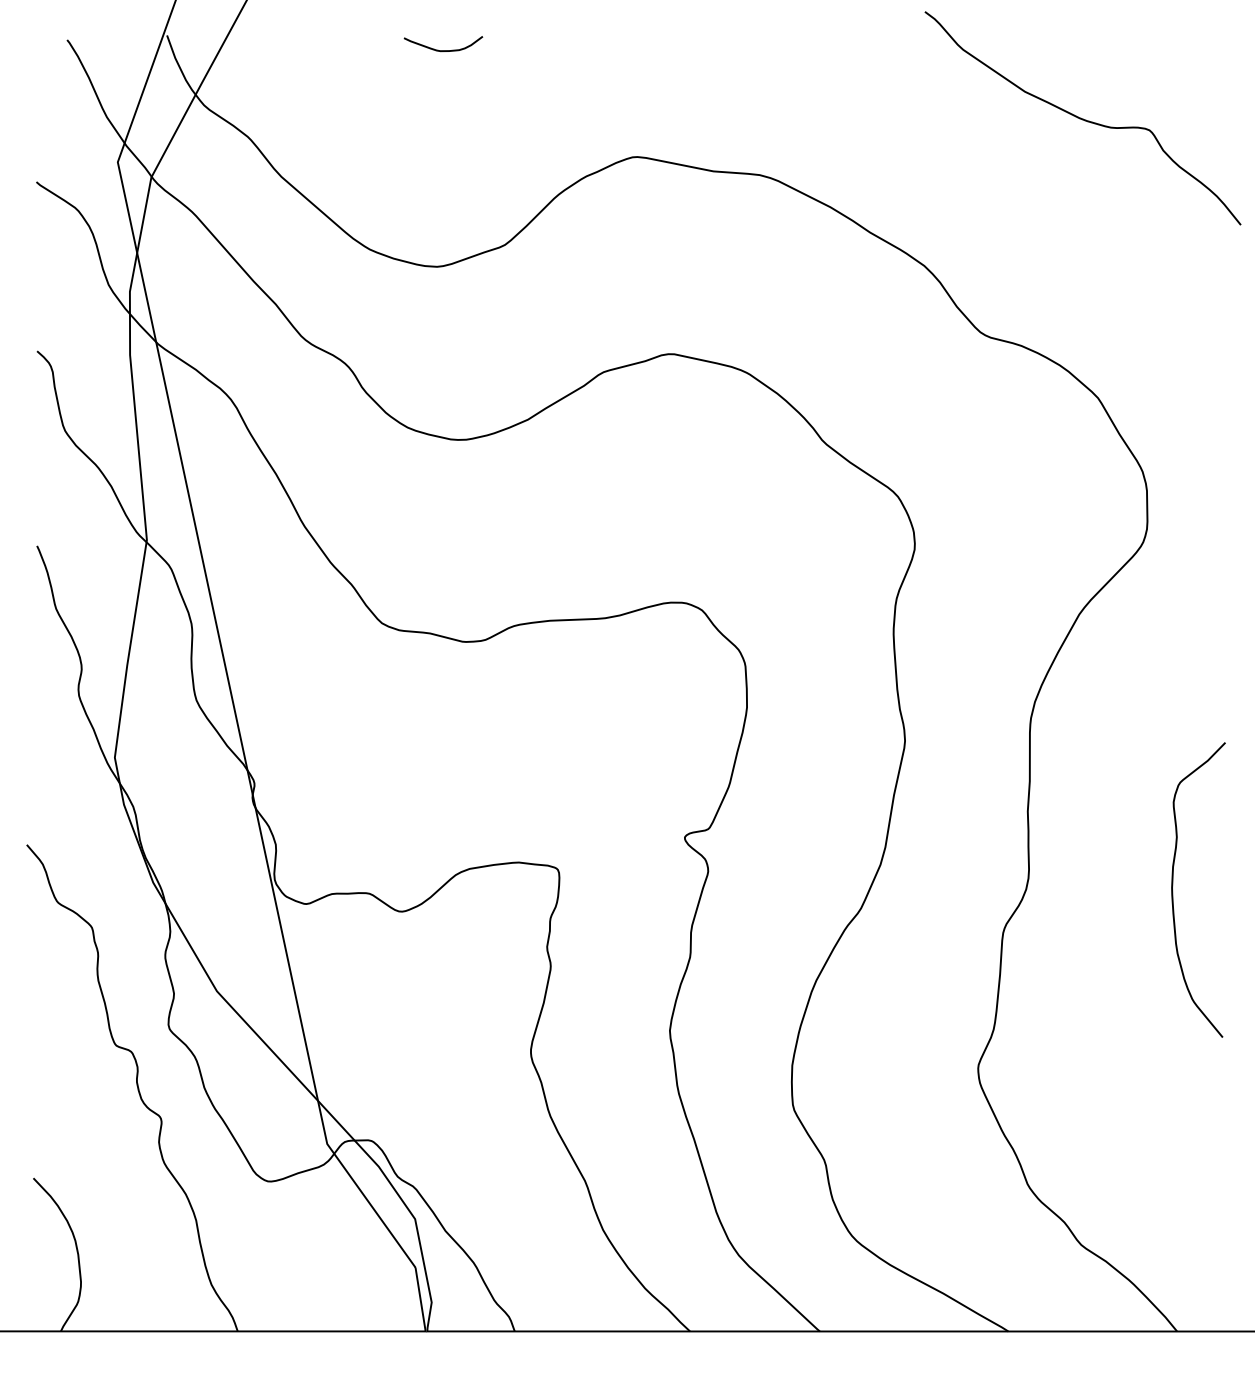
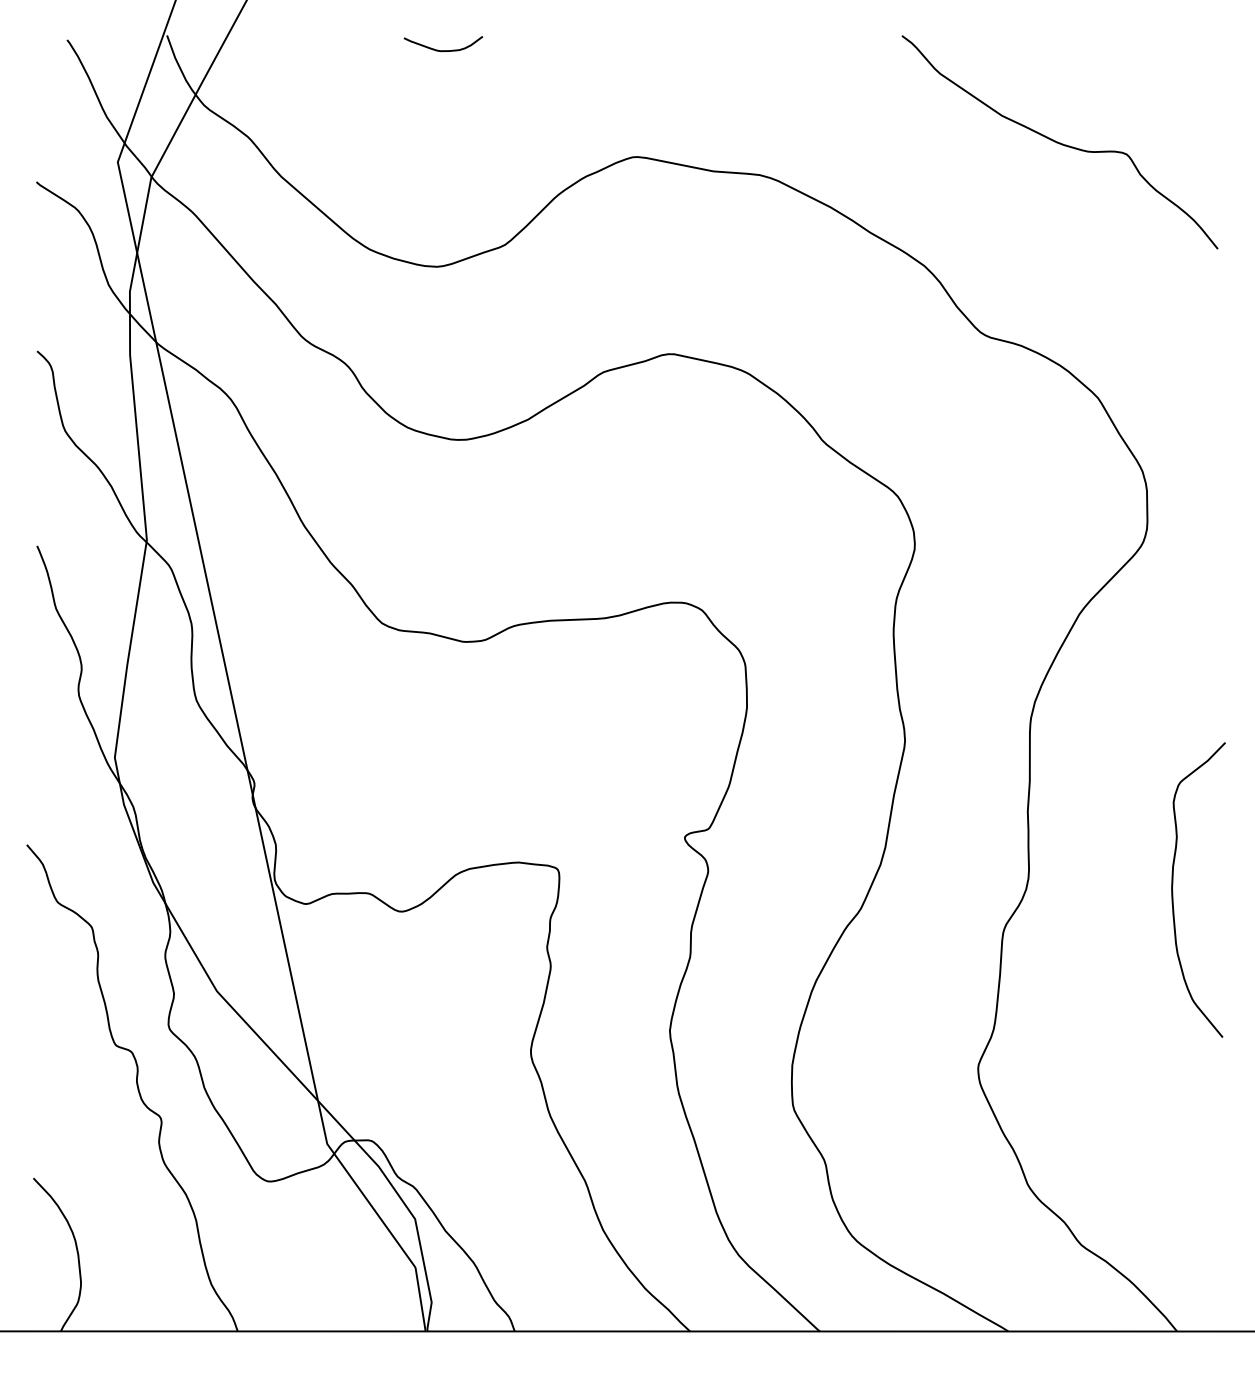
curve at (1082, 118) position: (1082, 118) -> (1059, 142)
